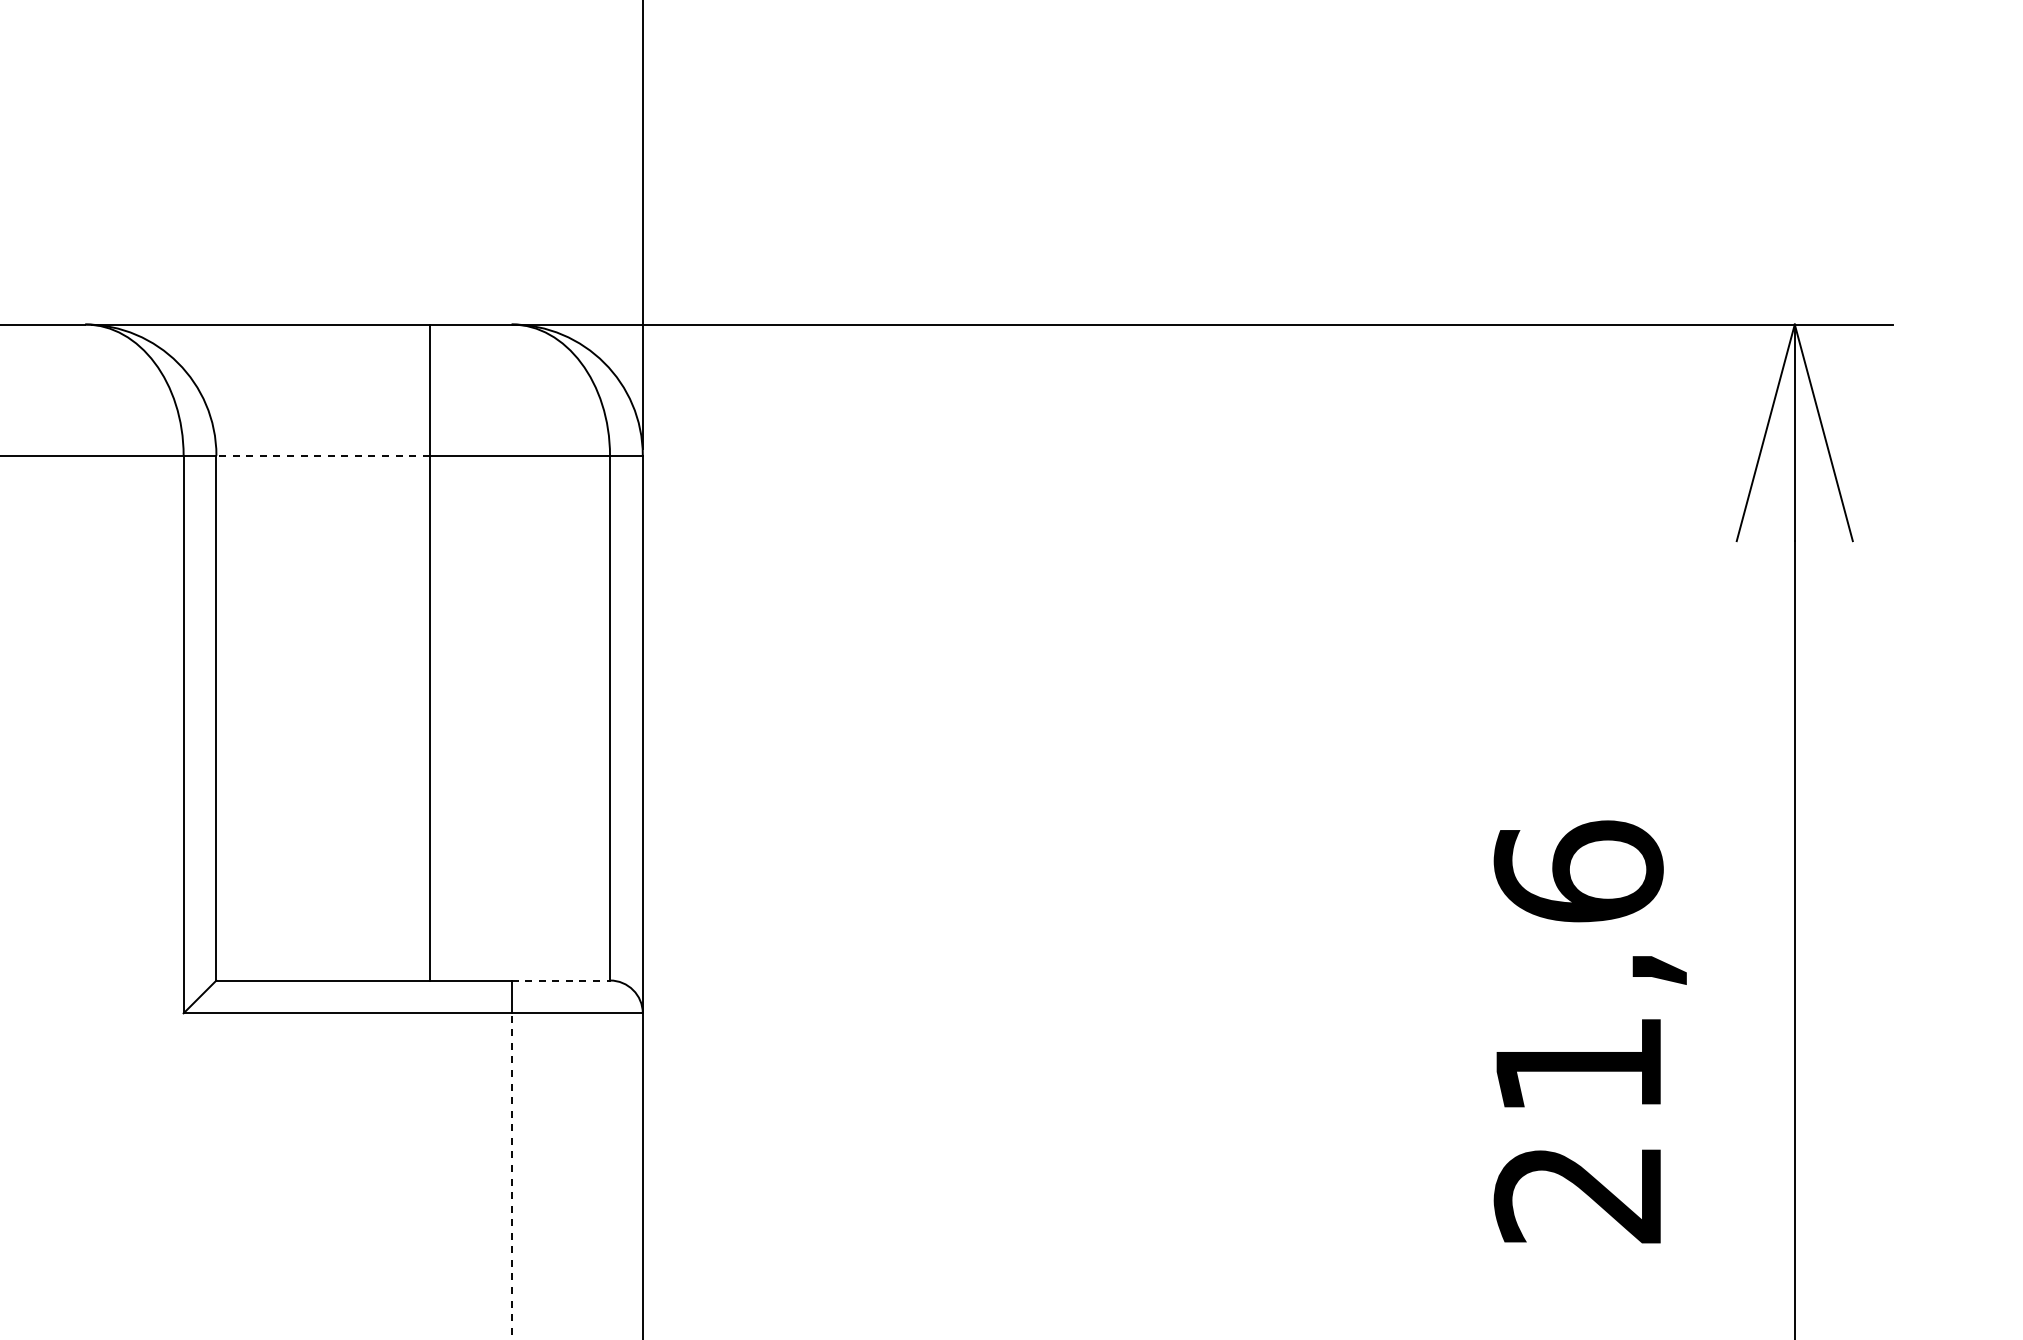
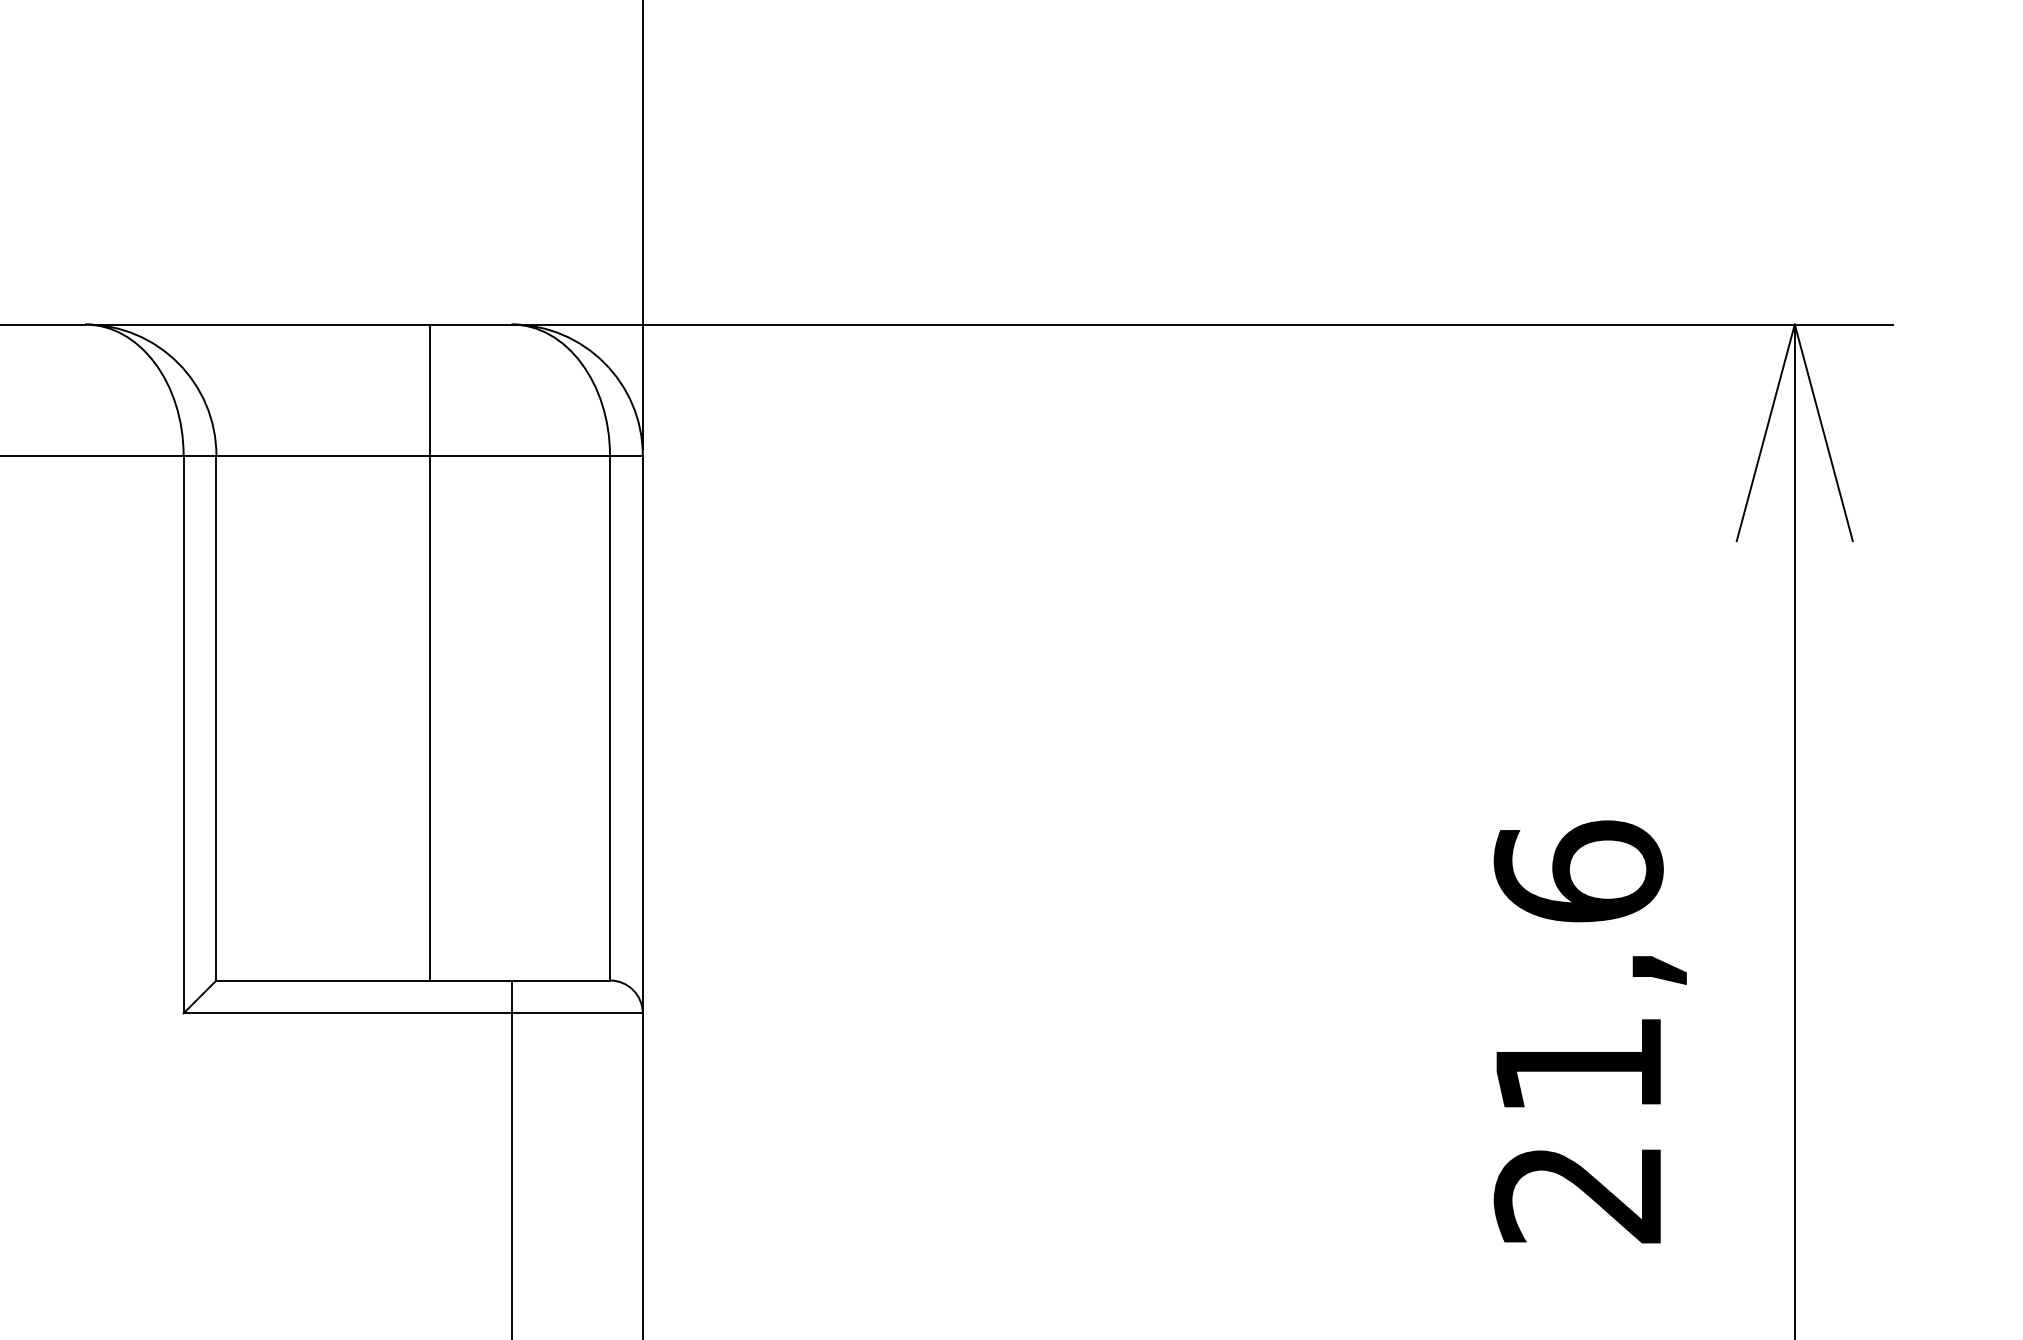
line at (323, 455): dashed -> solid
line at (561, 980): dashed -> solid
line at (511, 1176): dashed -> solid
